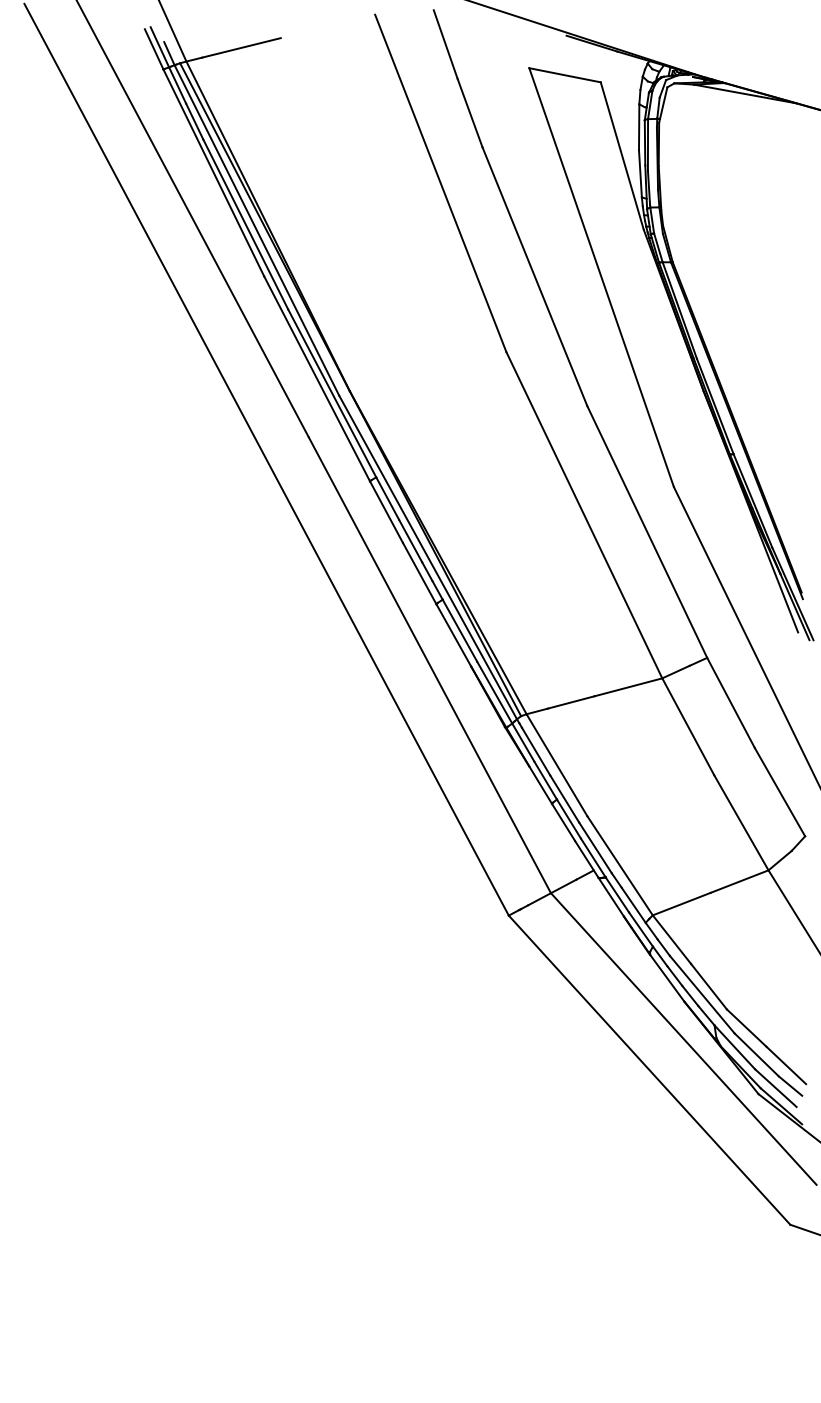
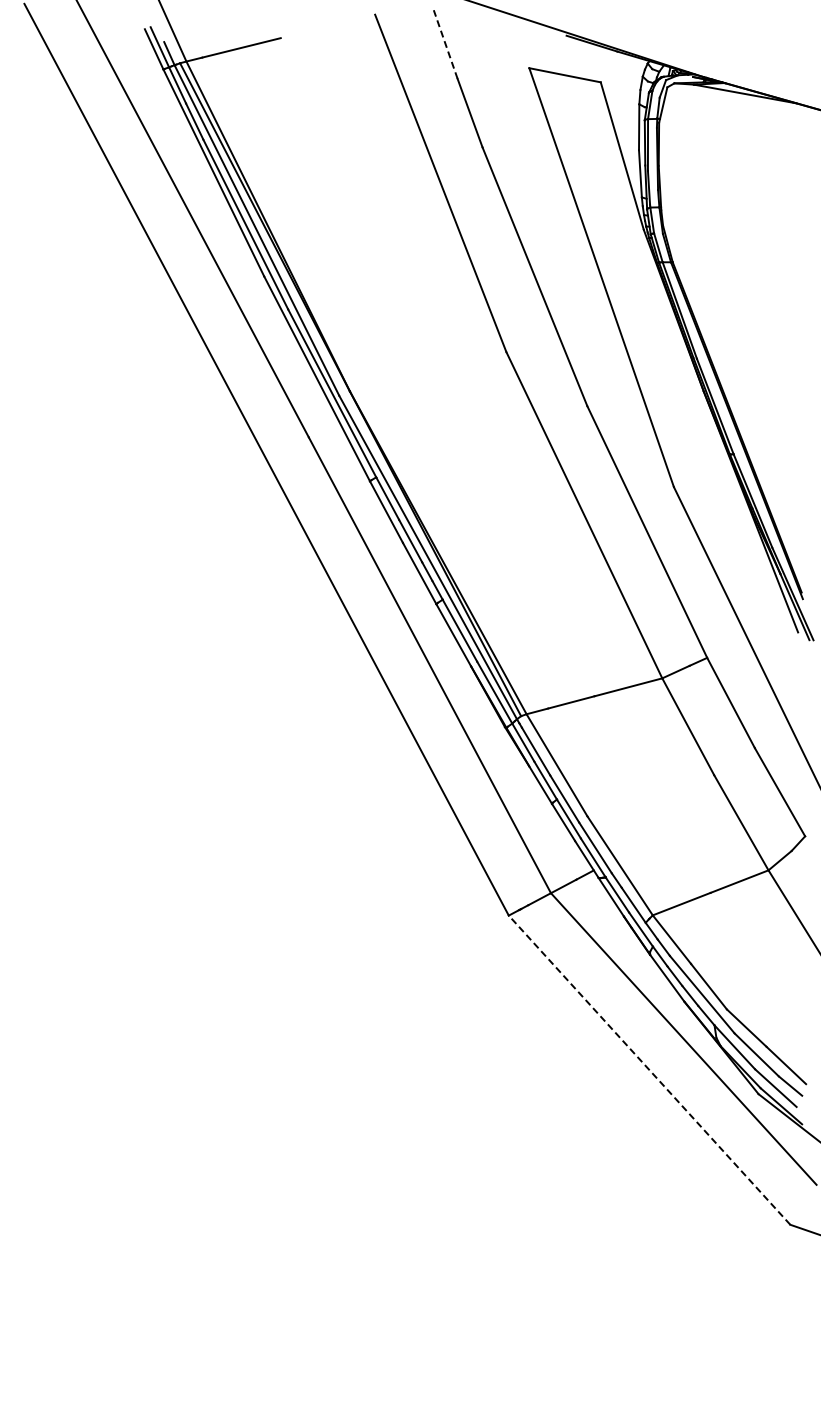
line at (445, 44): solid -> dashed
line at (649, 1069): solid -> dashed
